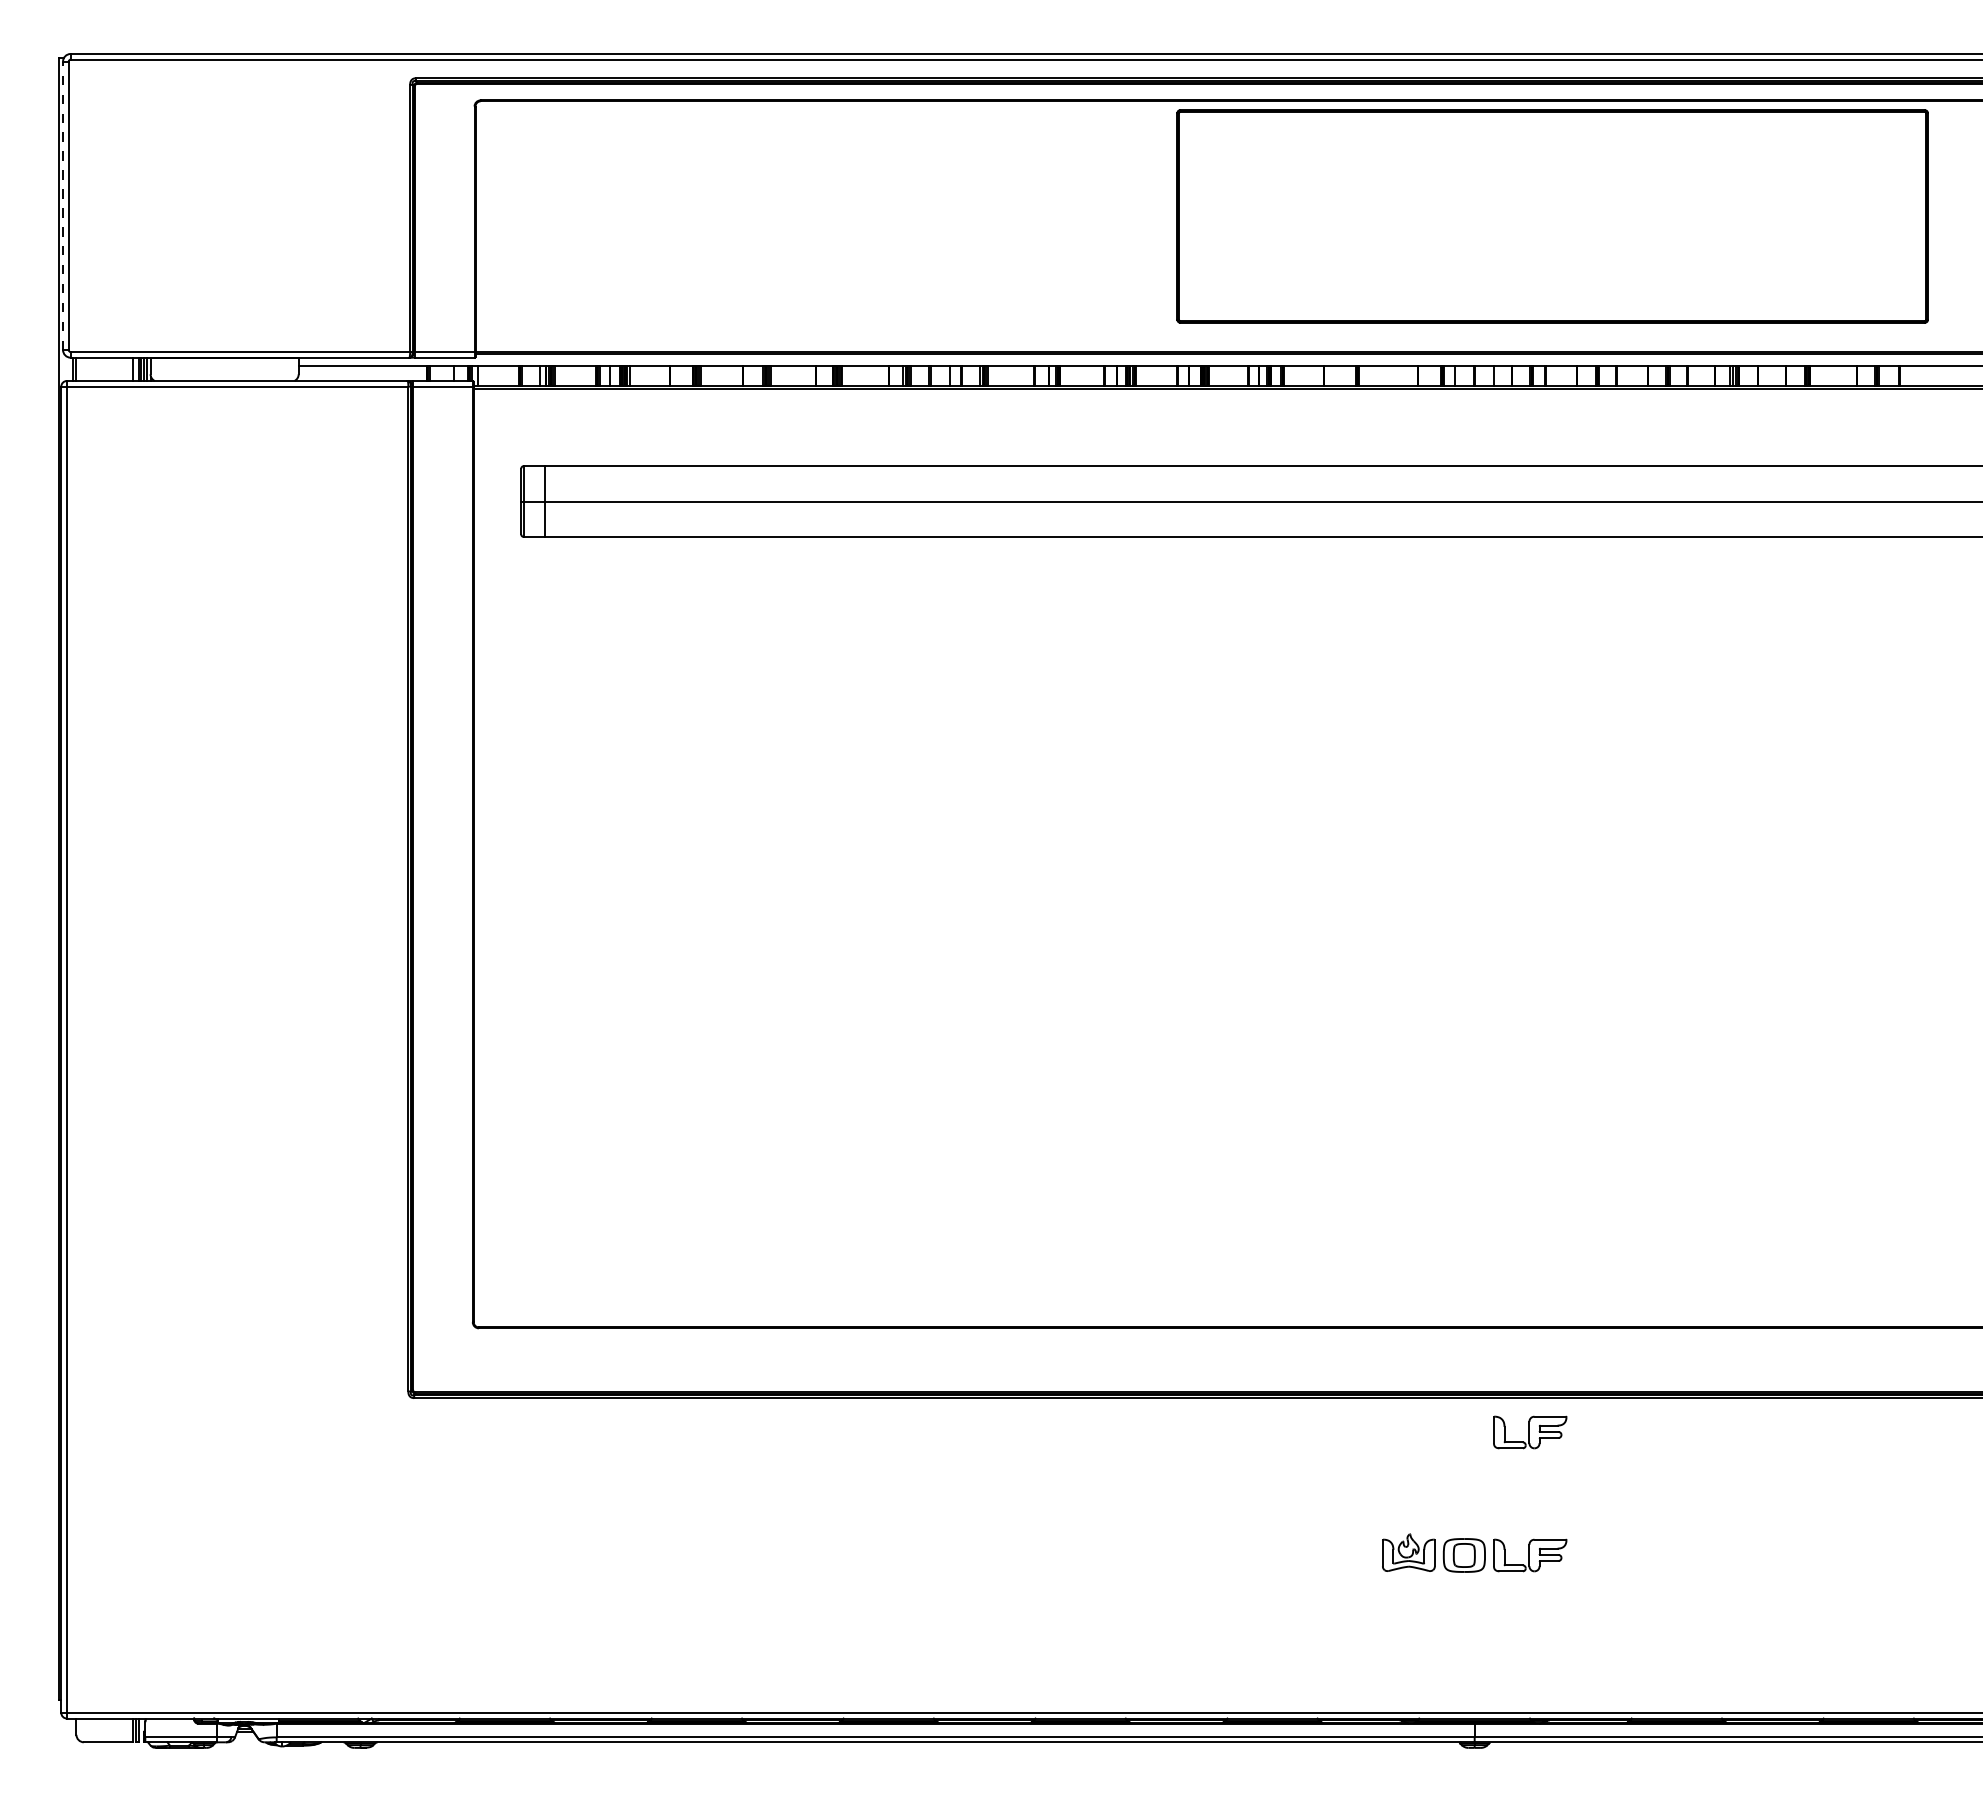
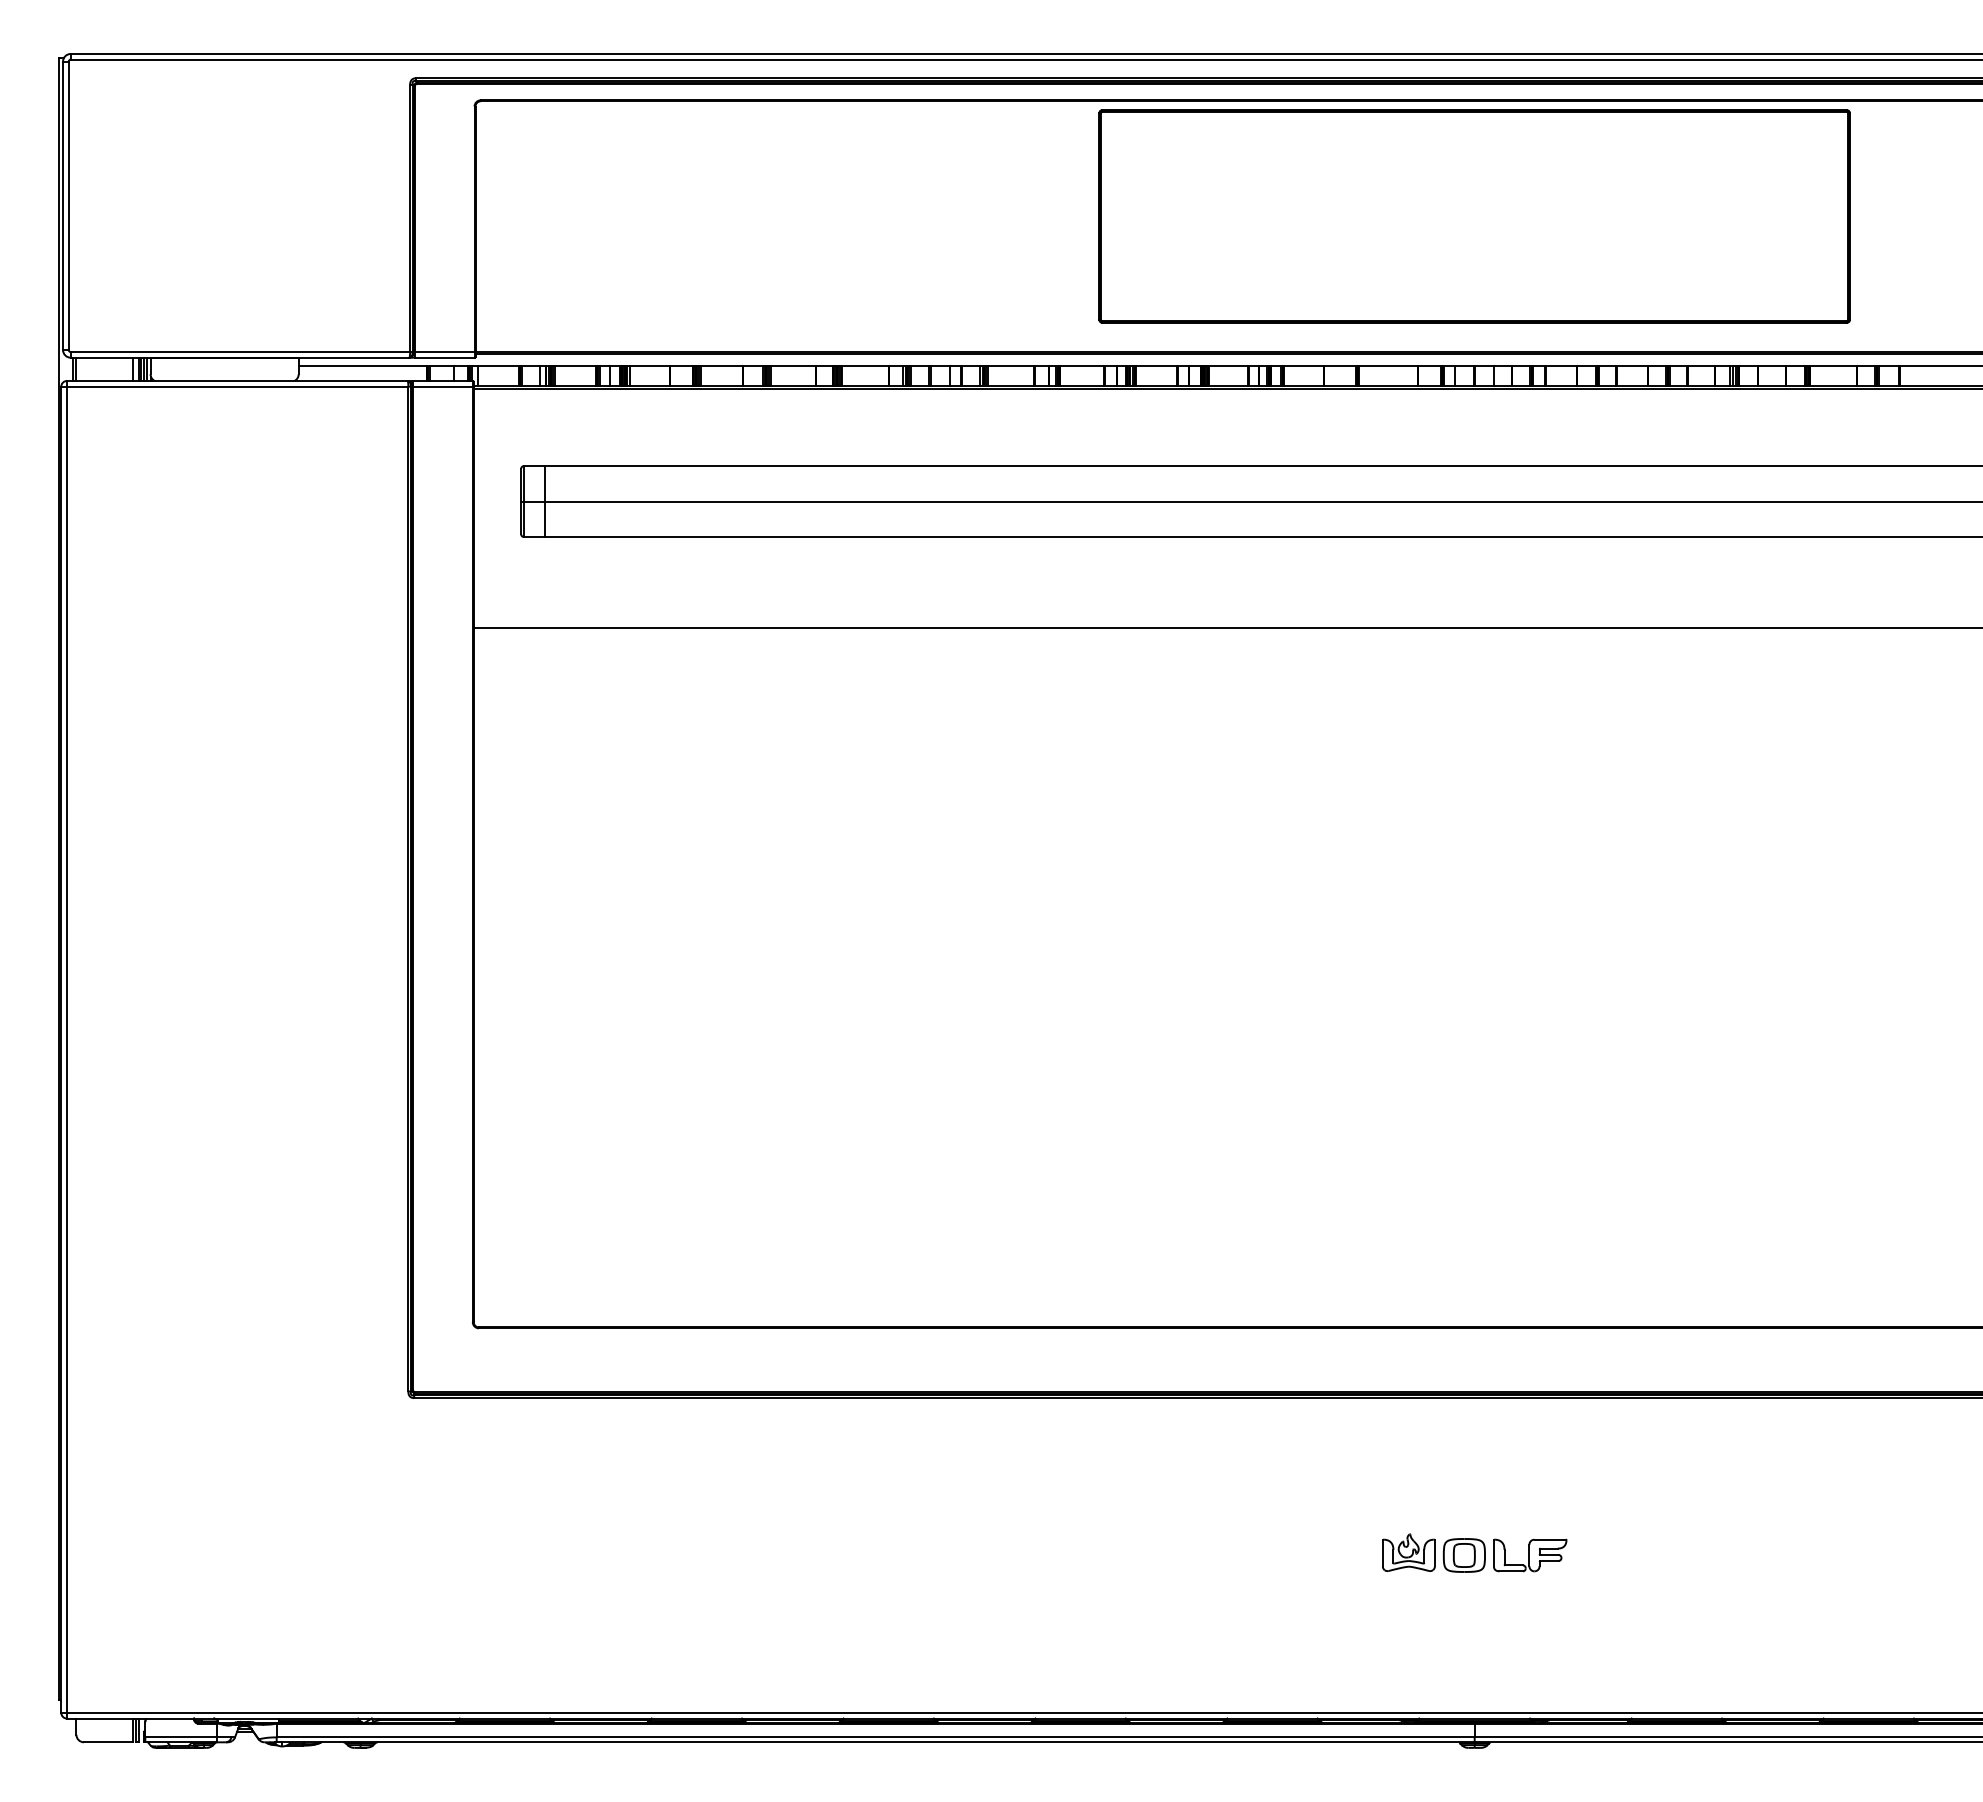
line at (63, 205): dashed -> solid
part at (1552, 216) position: (1552, 216) -> (1474, 216)
line at (1226, 628): none -> present
part at (1530, 1432): present -> none
